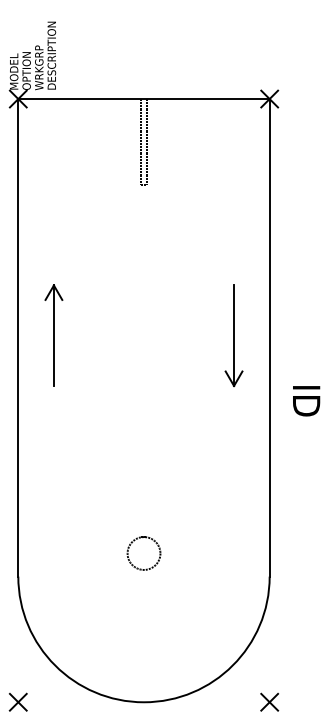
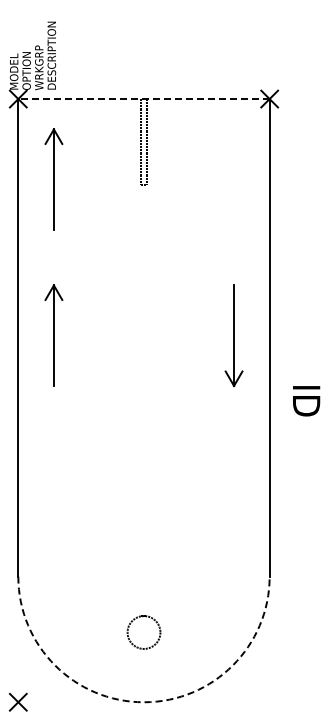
line at (143, 99): solid -> dashed
part at (53, 179): none -> present
part at (133, 542) position: (133, 542) -> (133, 621)
part at (269, 701): present -> none
arc at (143, 702): solid -> dashed
